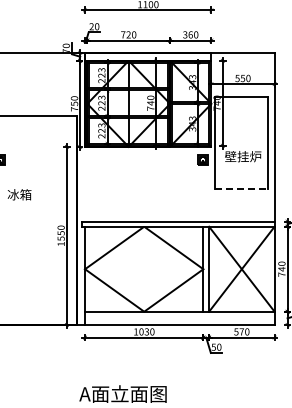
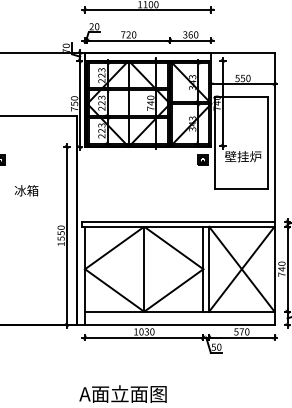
line at (241, 188): dashed -> solid
text at (19, 194) position: (19, 194) -> (26, 190)
line at (144, 268): none -> present
